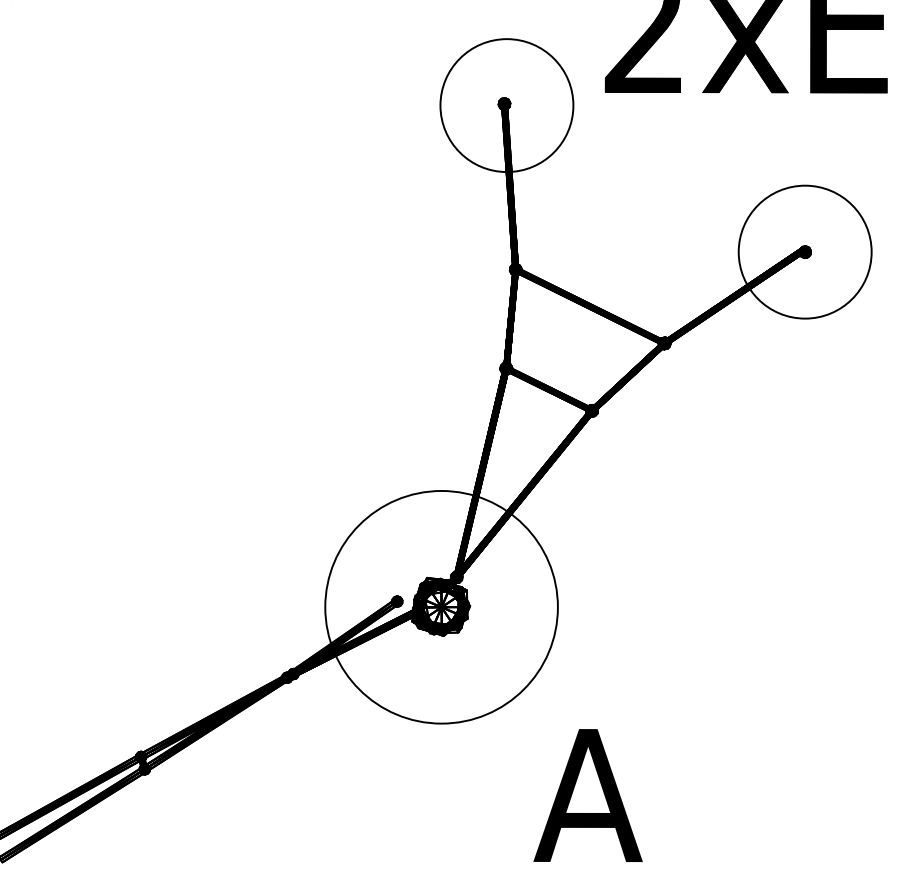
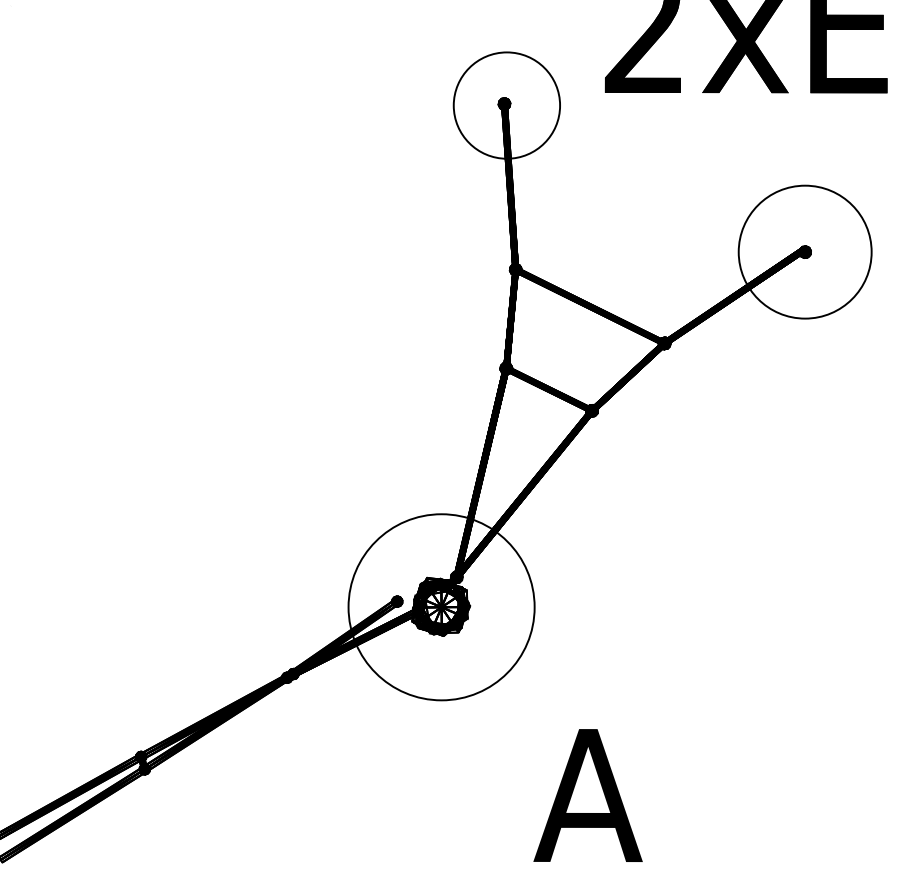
circle at (506, 105) diameter: 133 px -> 106 px
circle at (441, 606) diameter: 233 px -> 186 px
